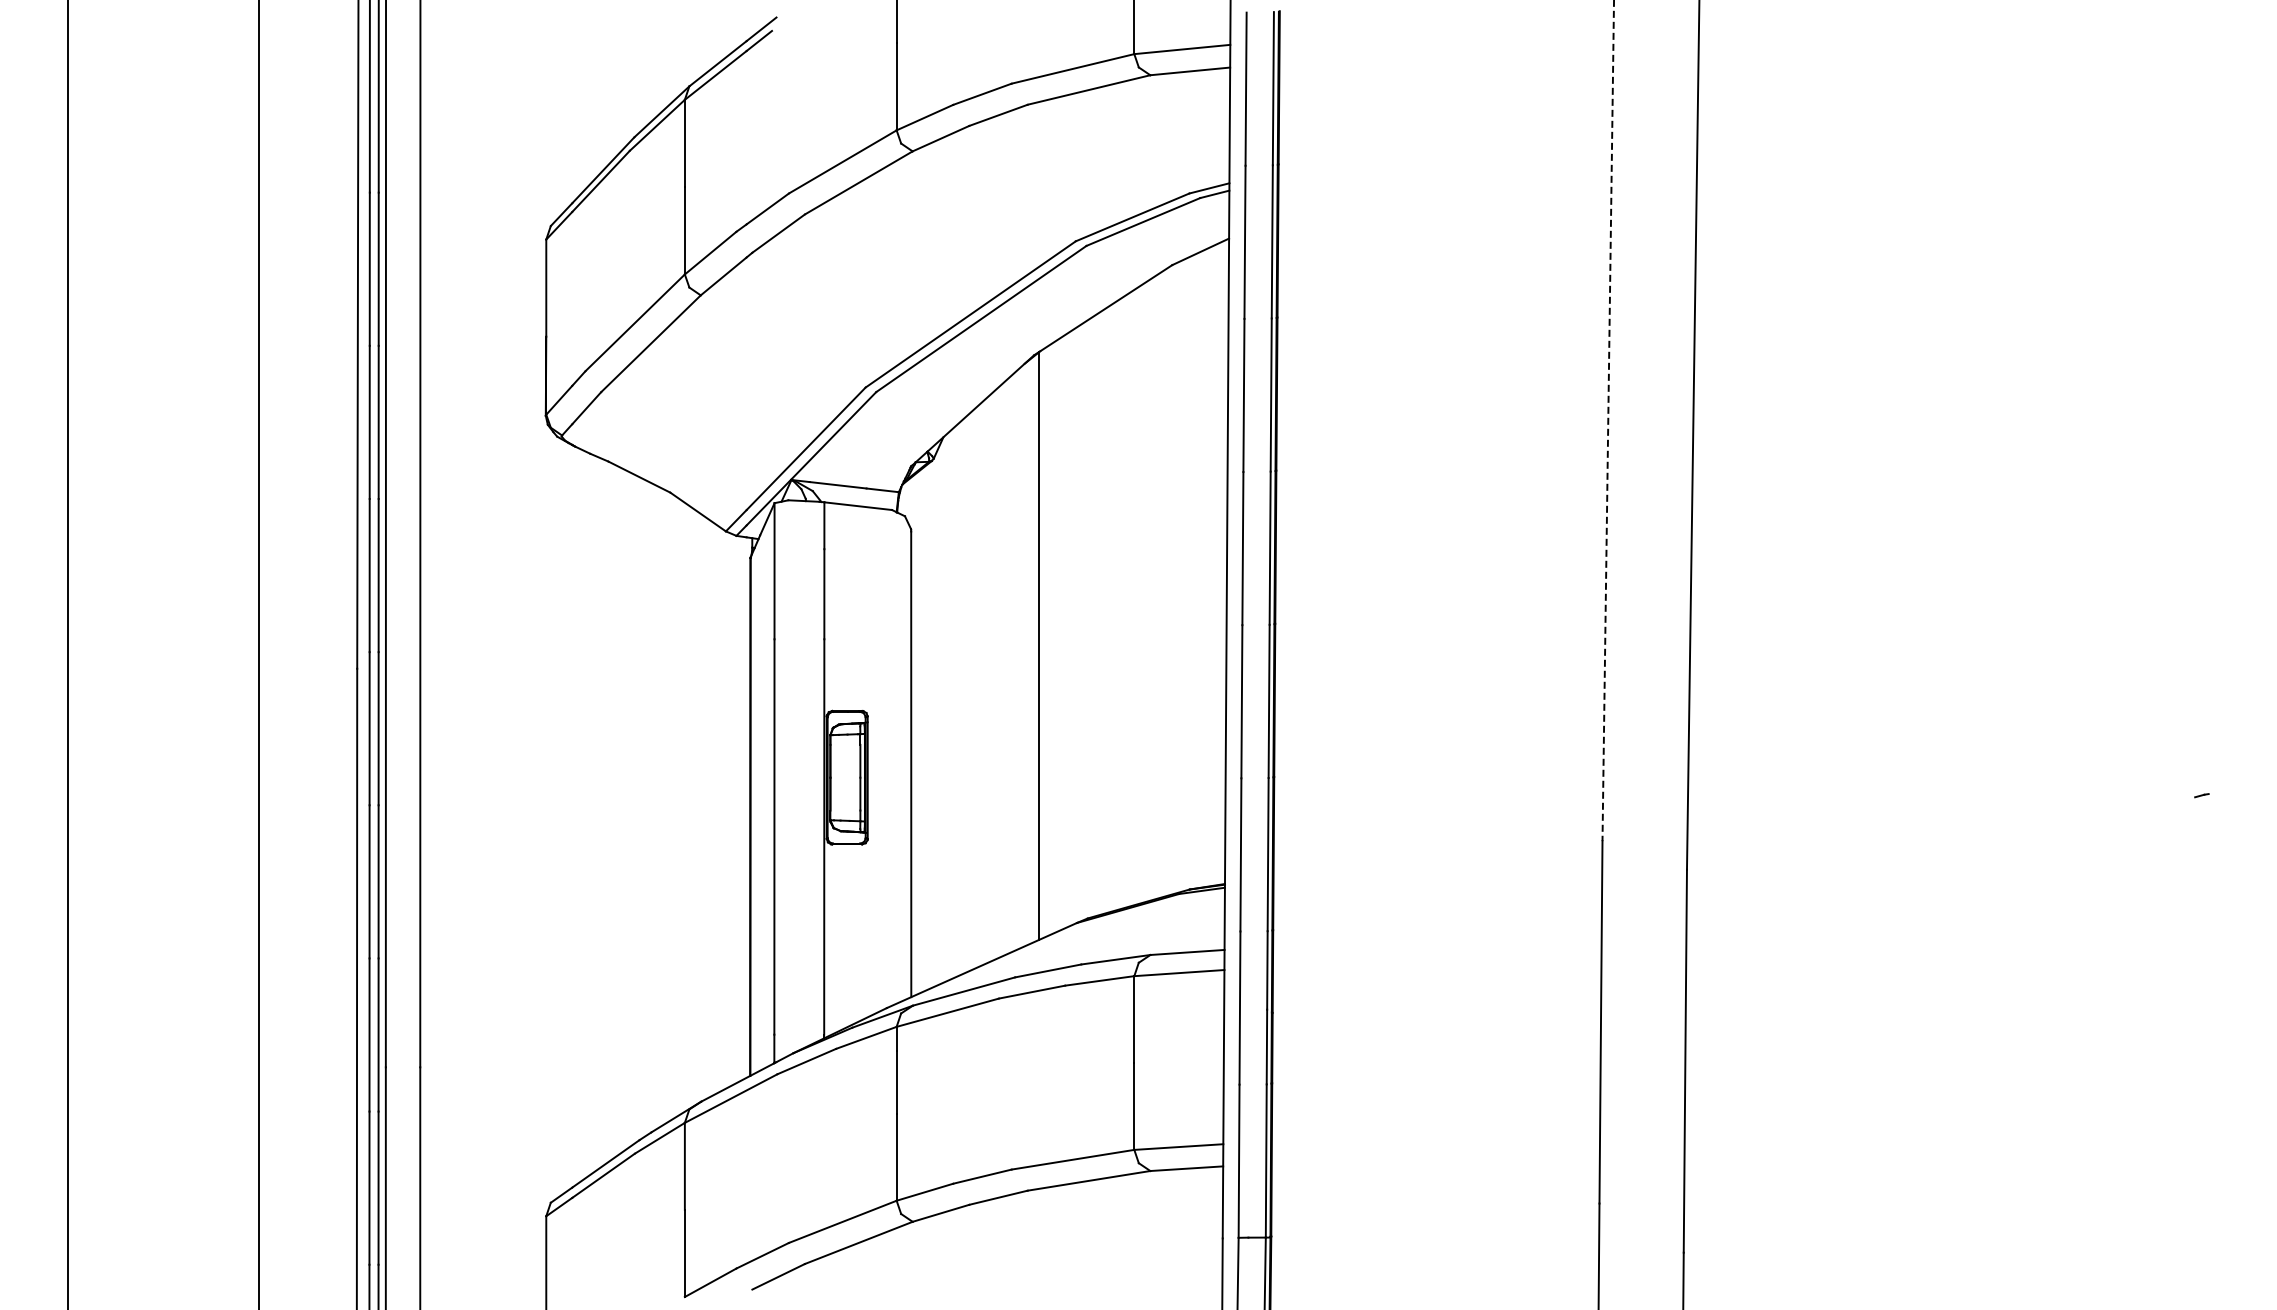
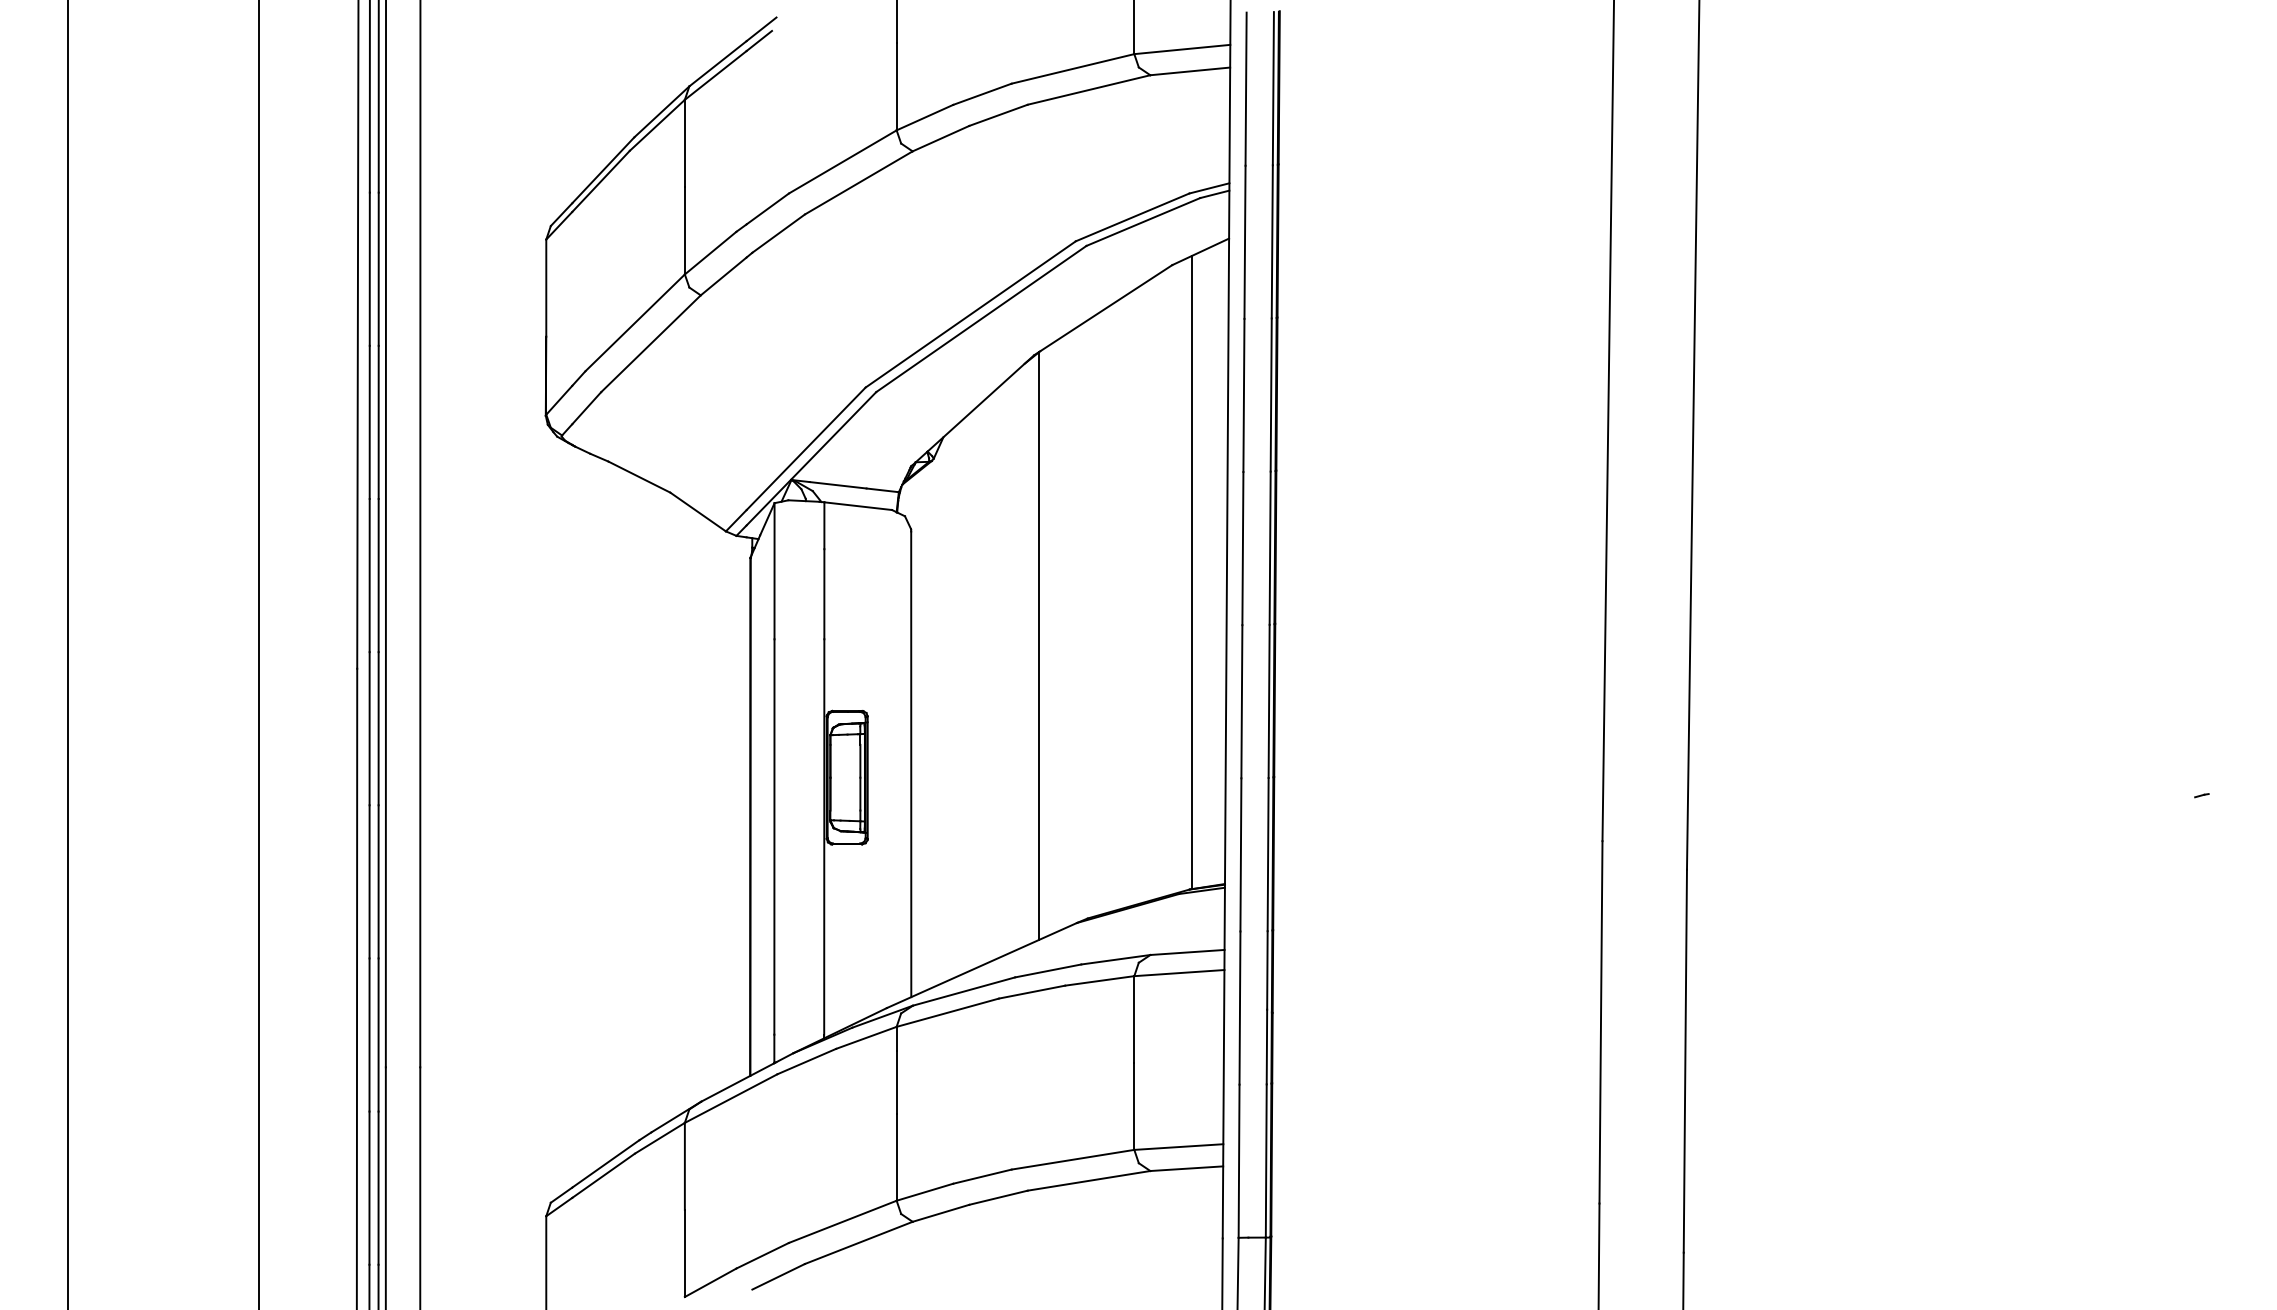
line at (1608, 421): dashed -> solid
line at (1192, 572): none -> present
